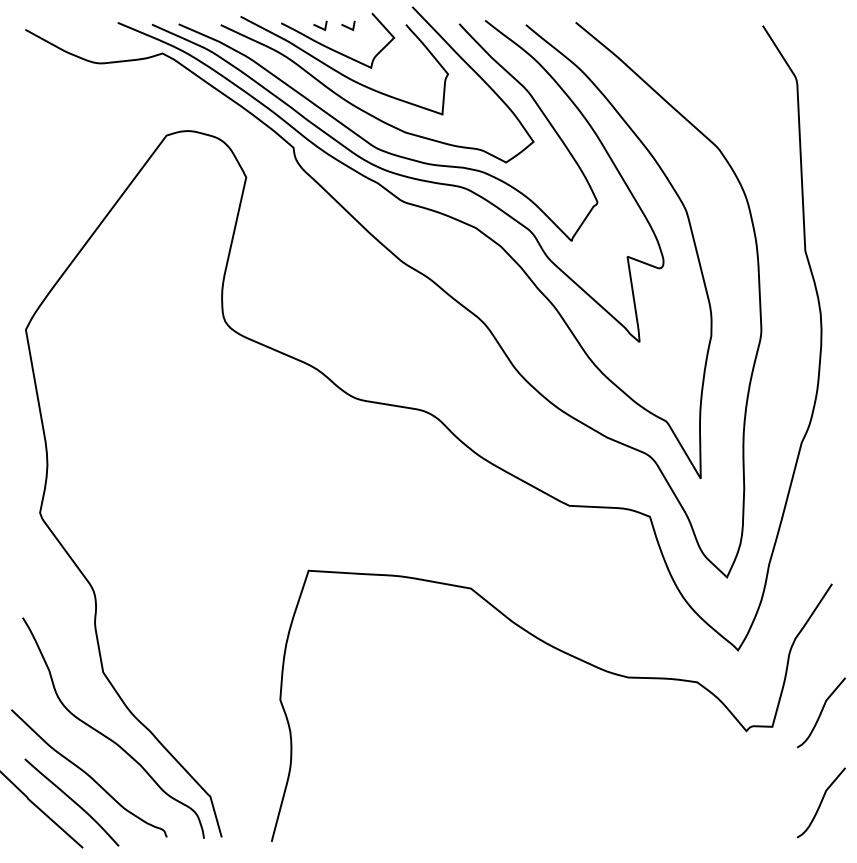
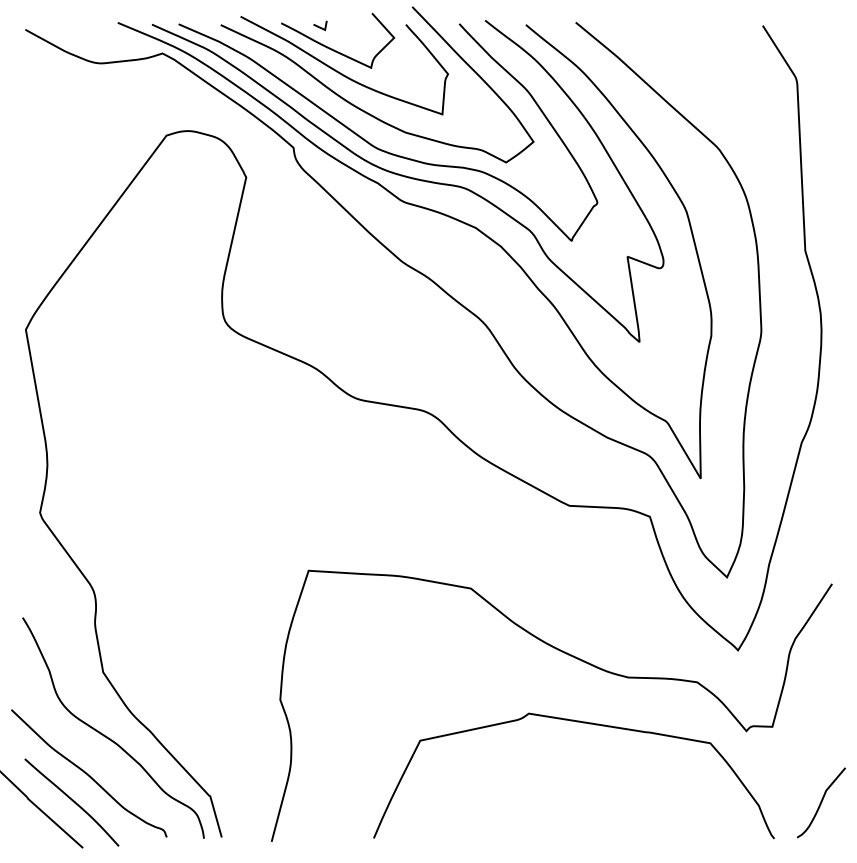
line at (348, 26): present -> none
curve at (821, 712): present -> none
curve at (582, 723): none -> present
